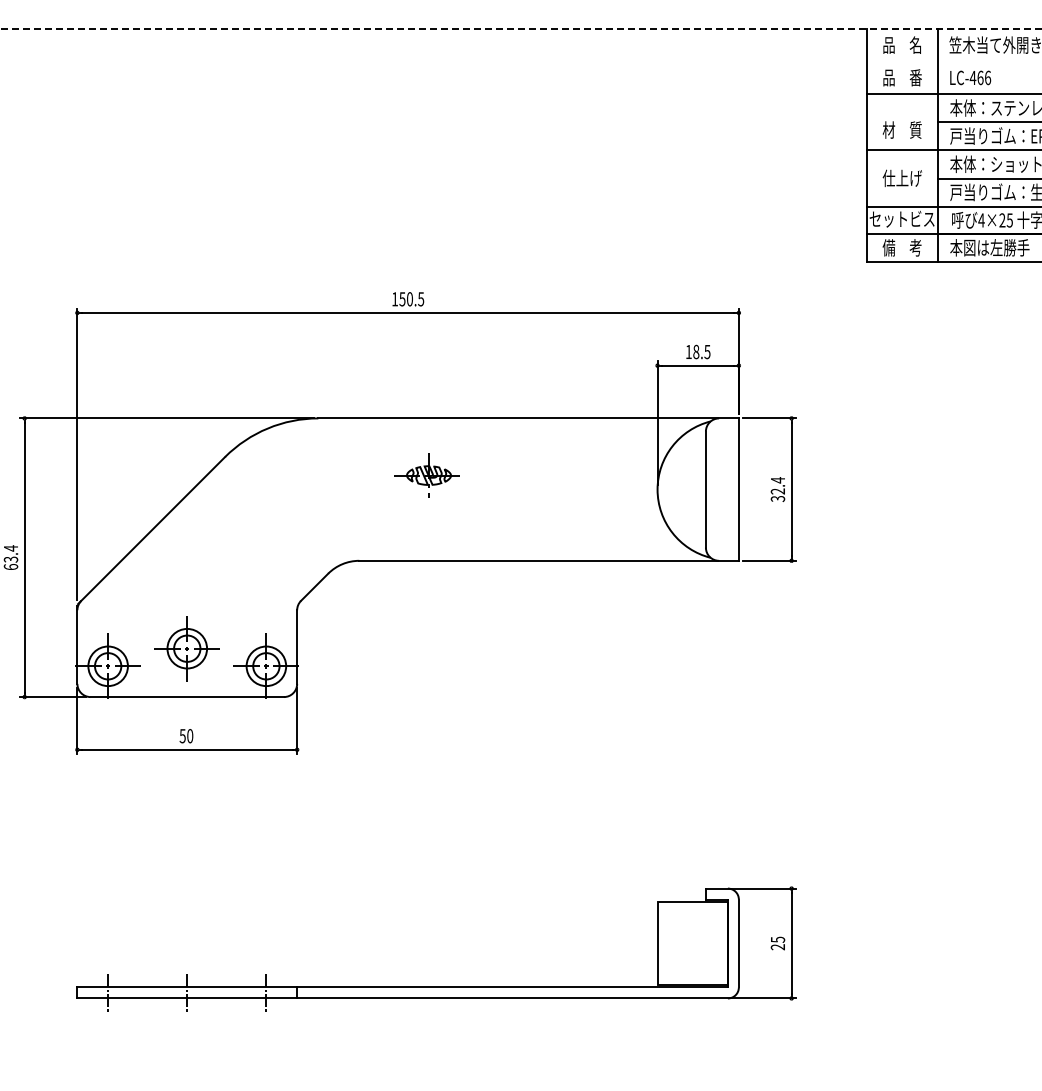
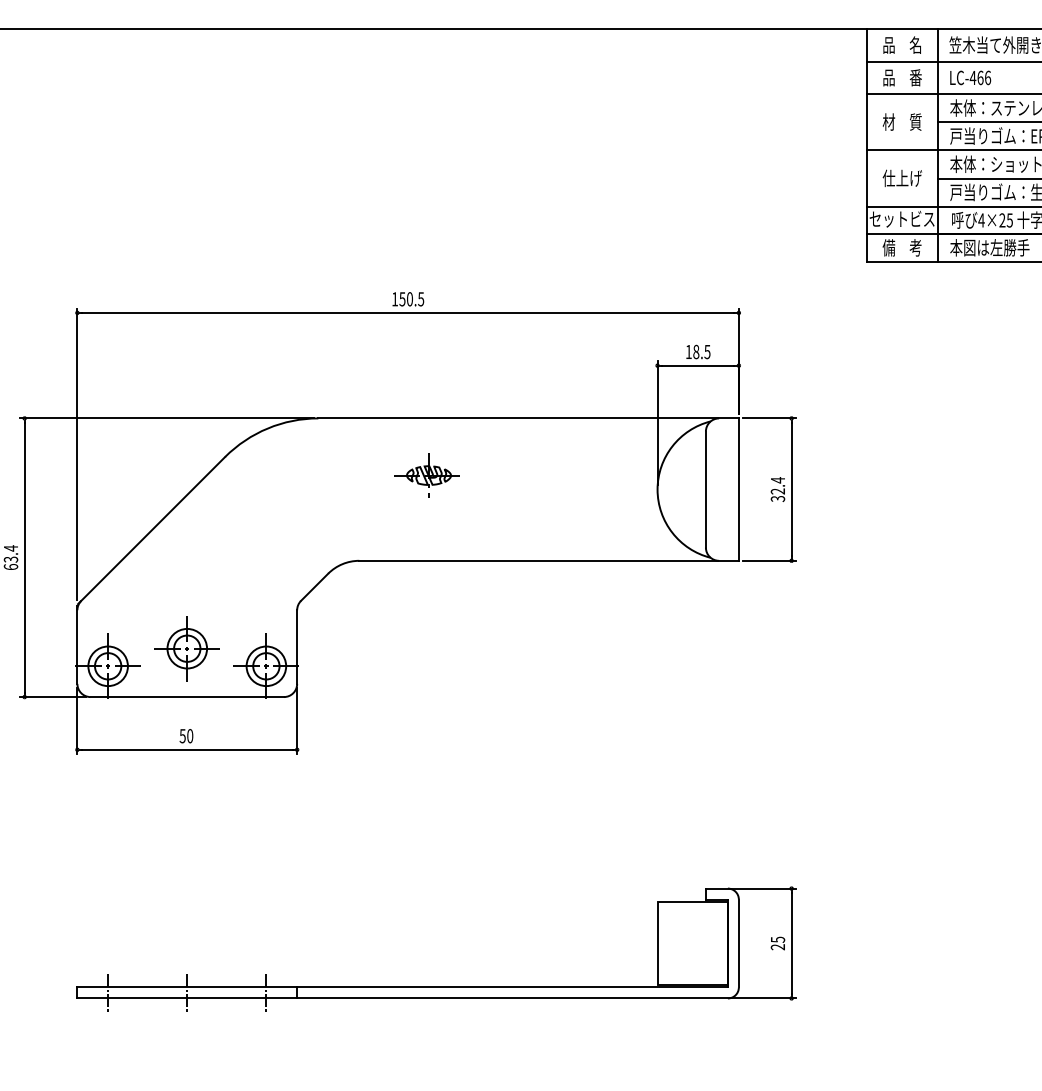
line at (520, 29): dashed -> solid
line at (952, 61): none -> present
text at (901, 129) position: (901, 129) -> (901, 121)
